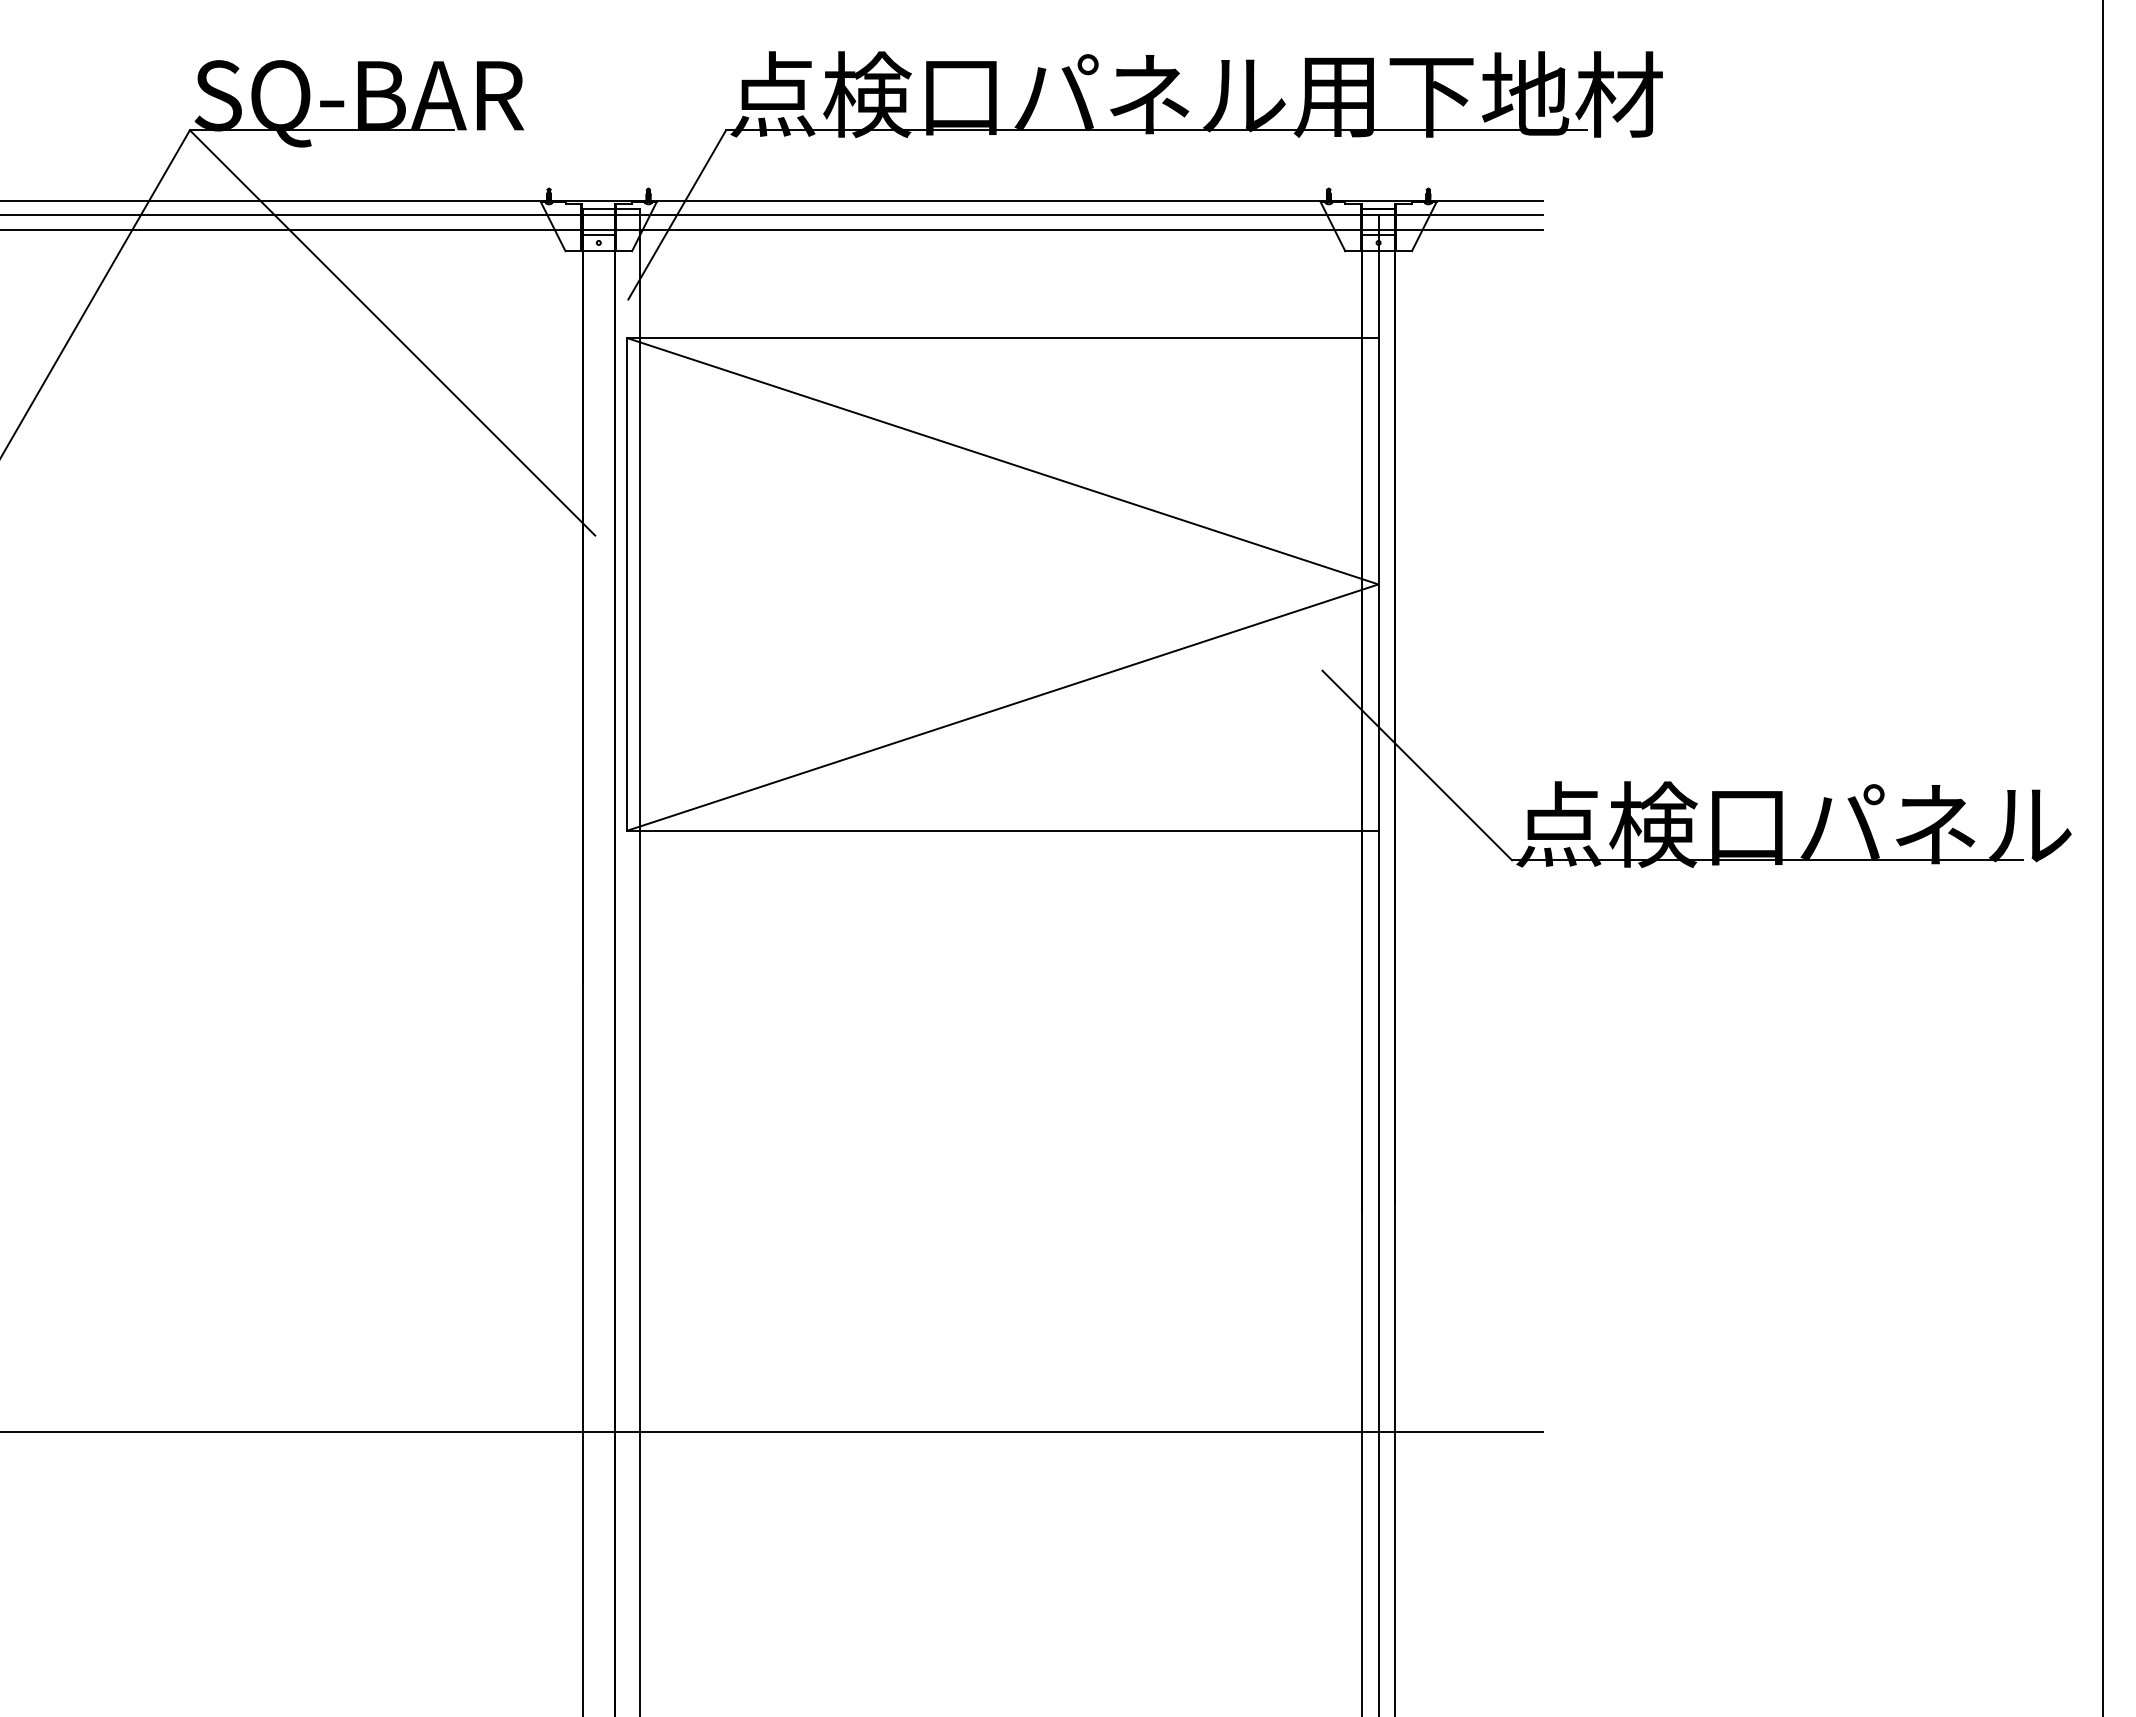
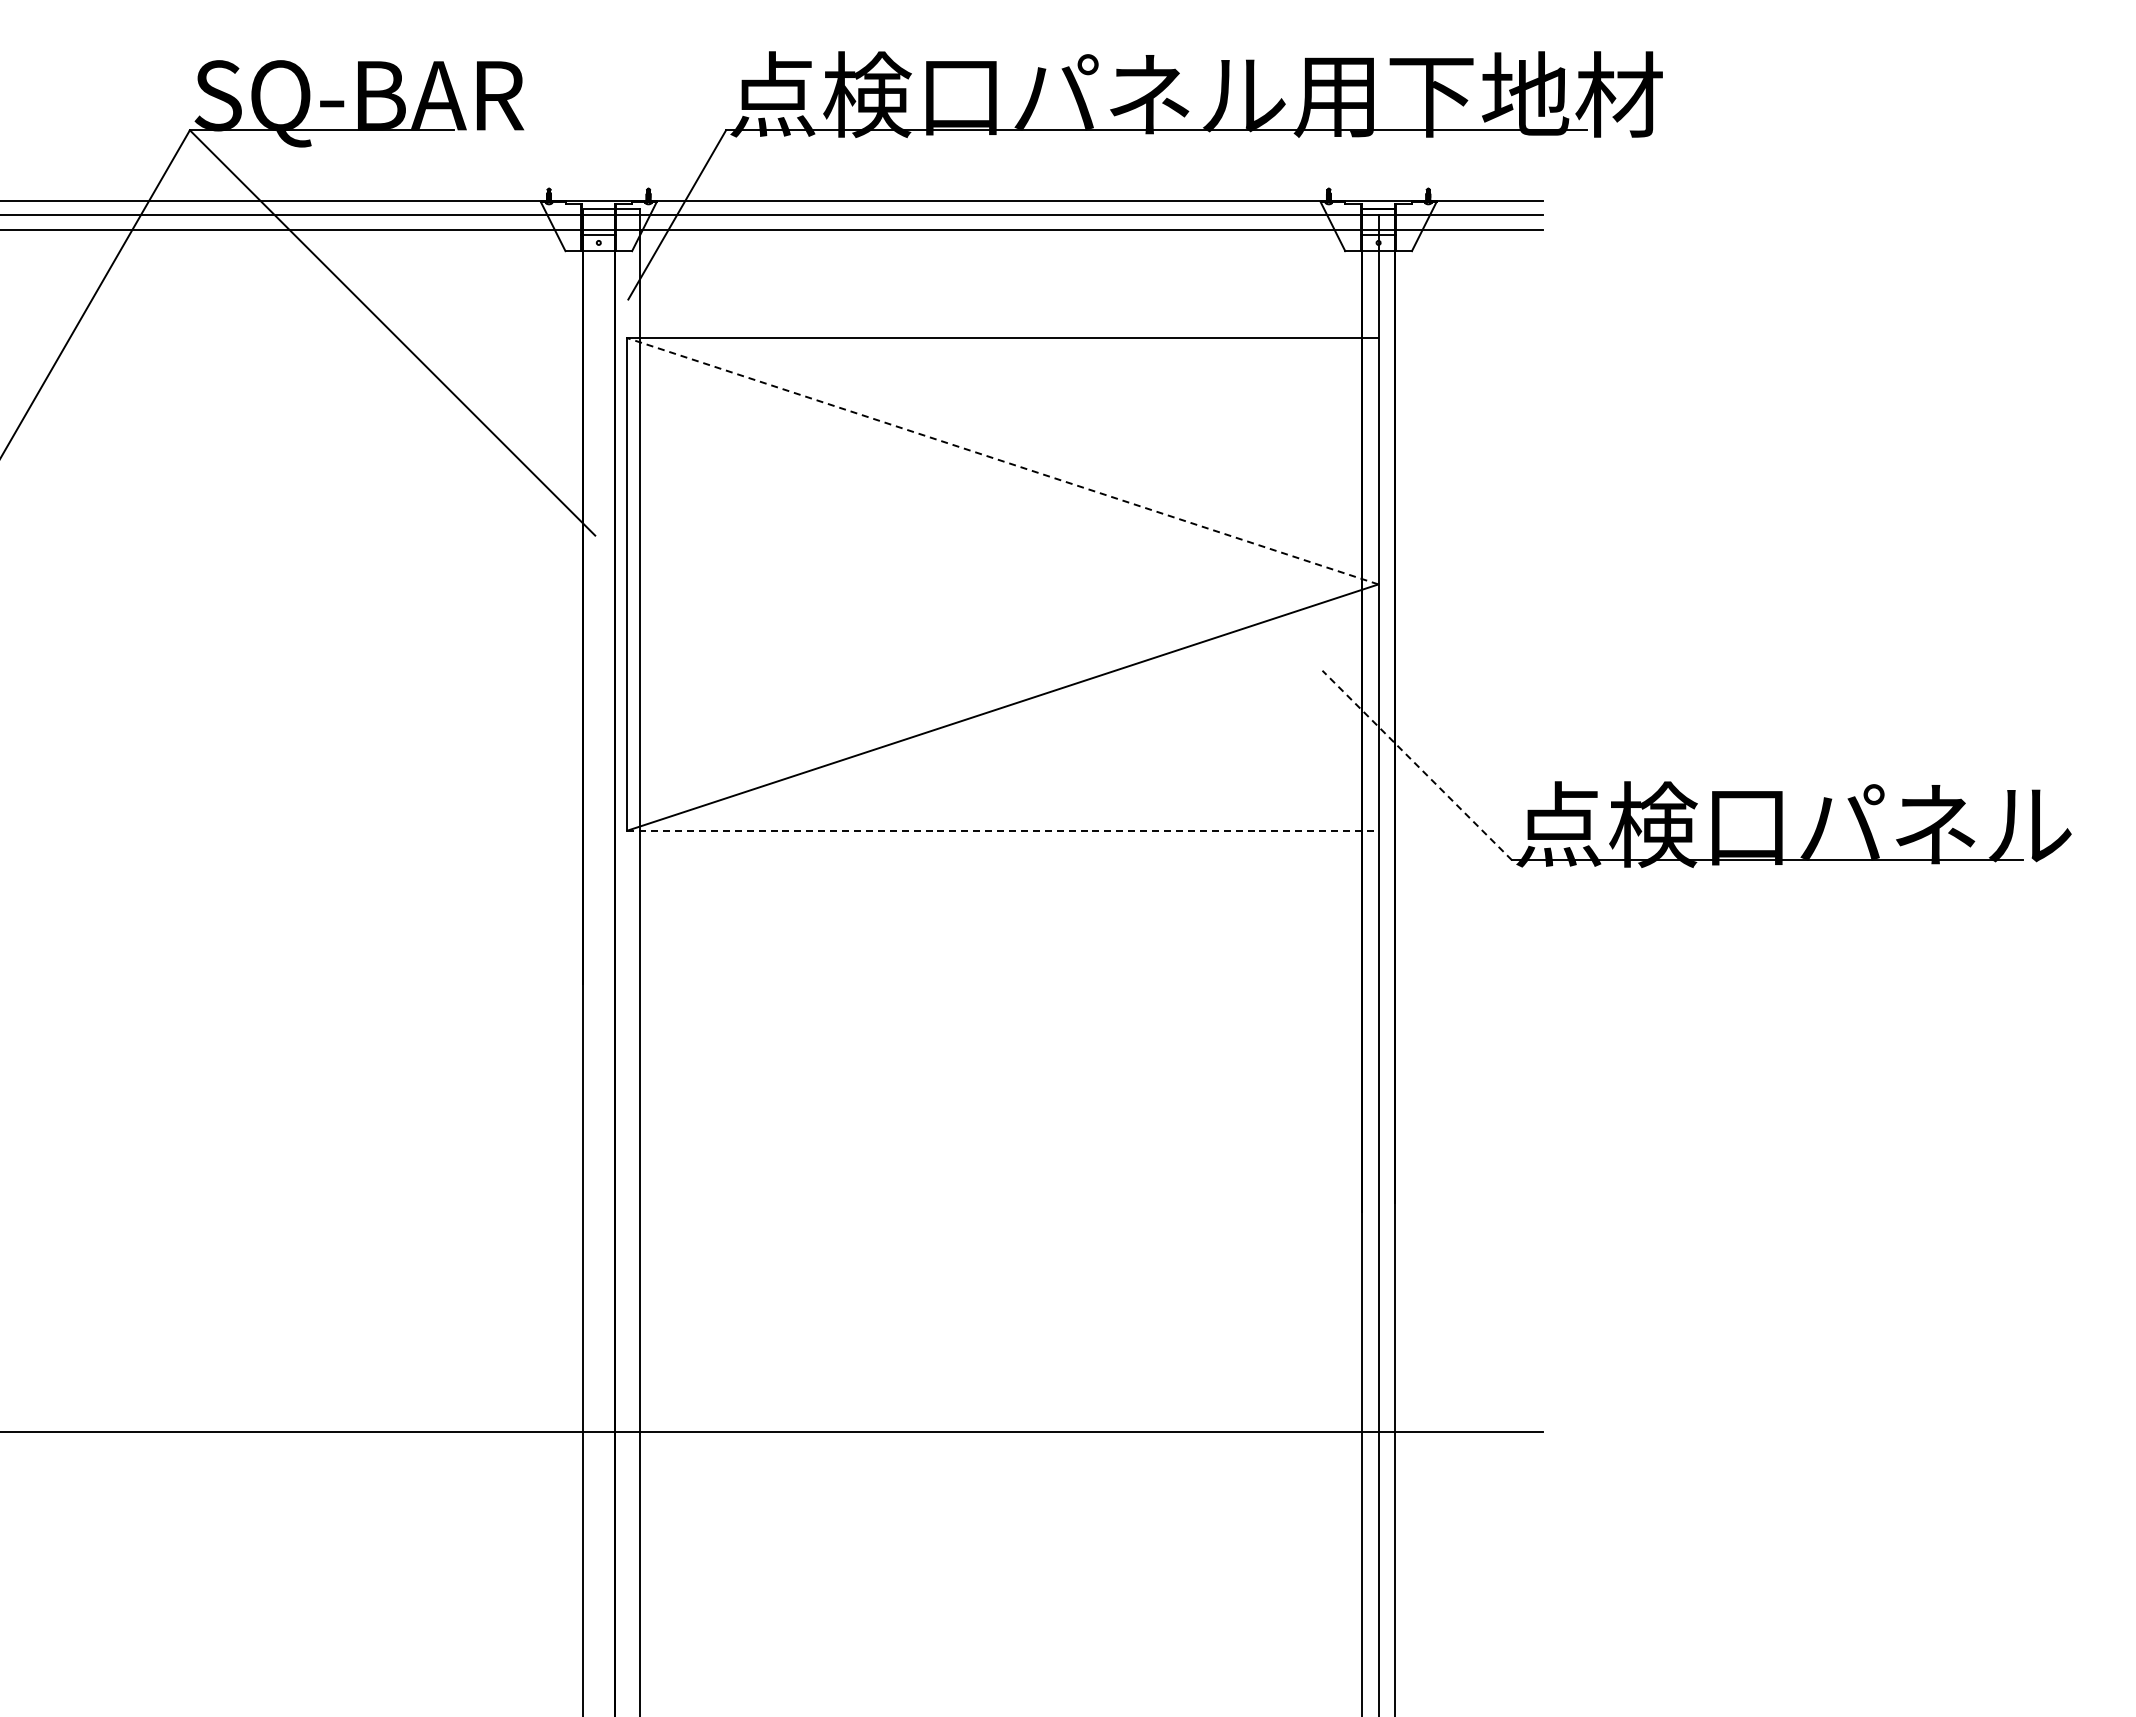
line at (1002, 461): solid -> dashed
line at (1416, 765): solid -> dashed
line at (1002, 830): solid -> dashed
line at (2102, 857): present -> none
